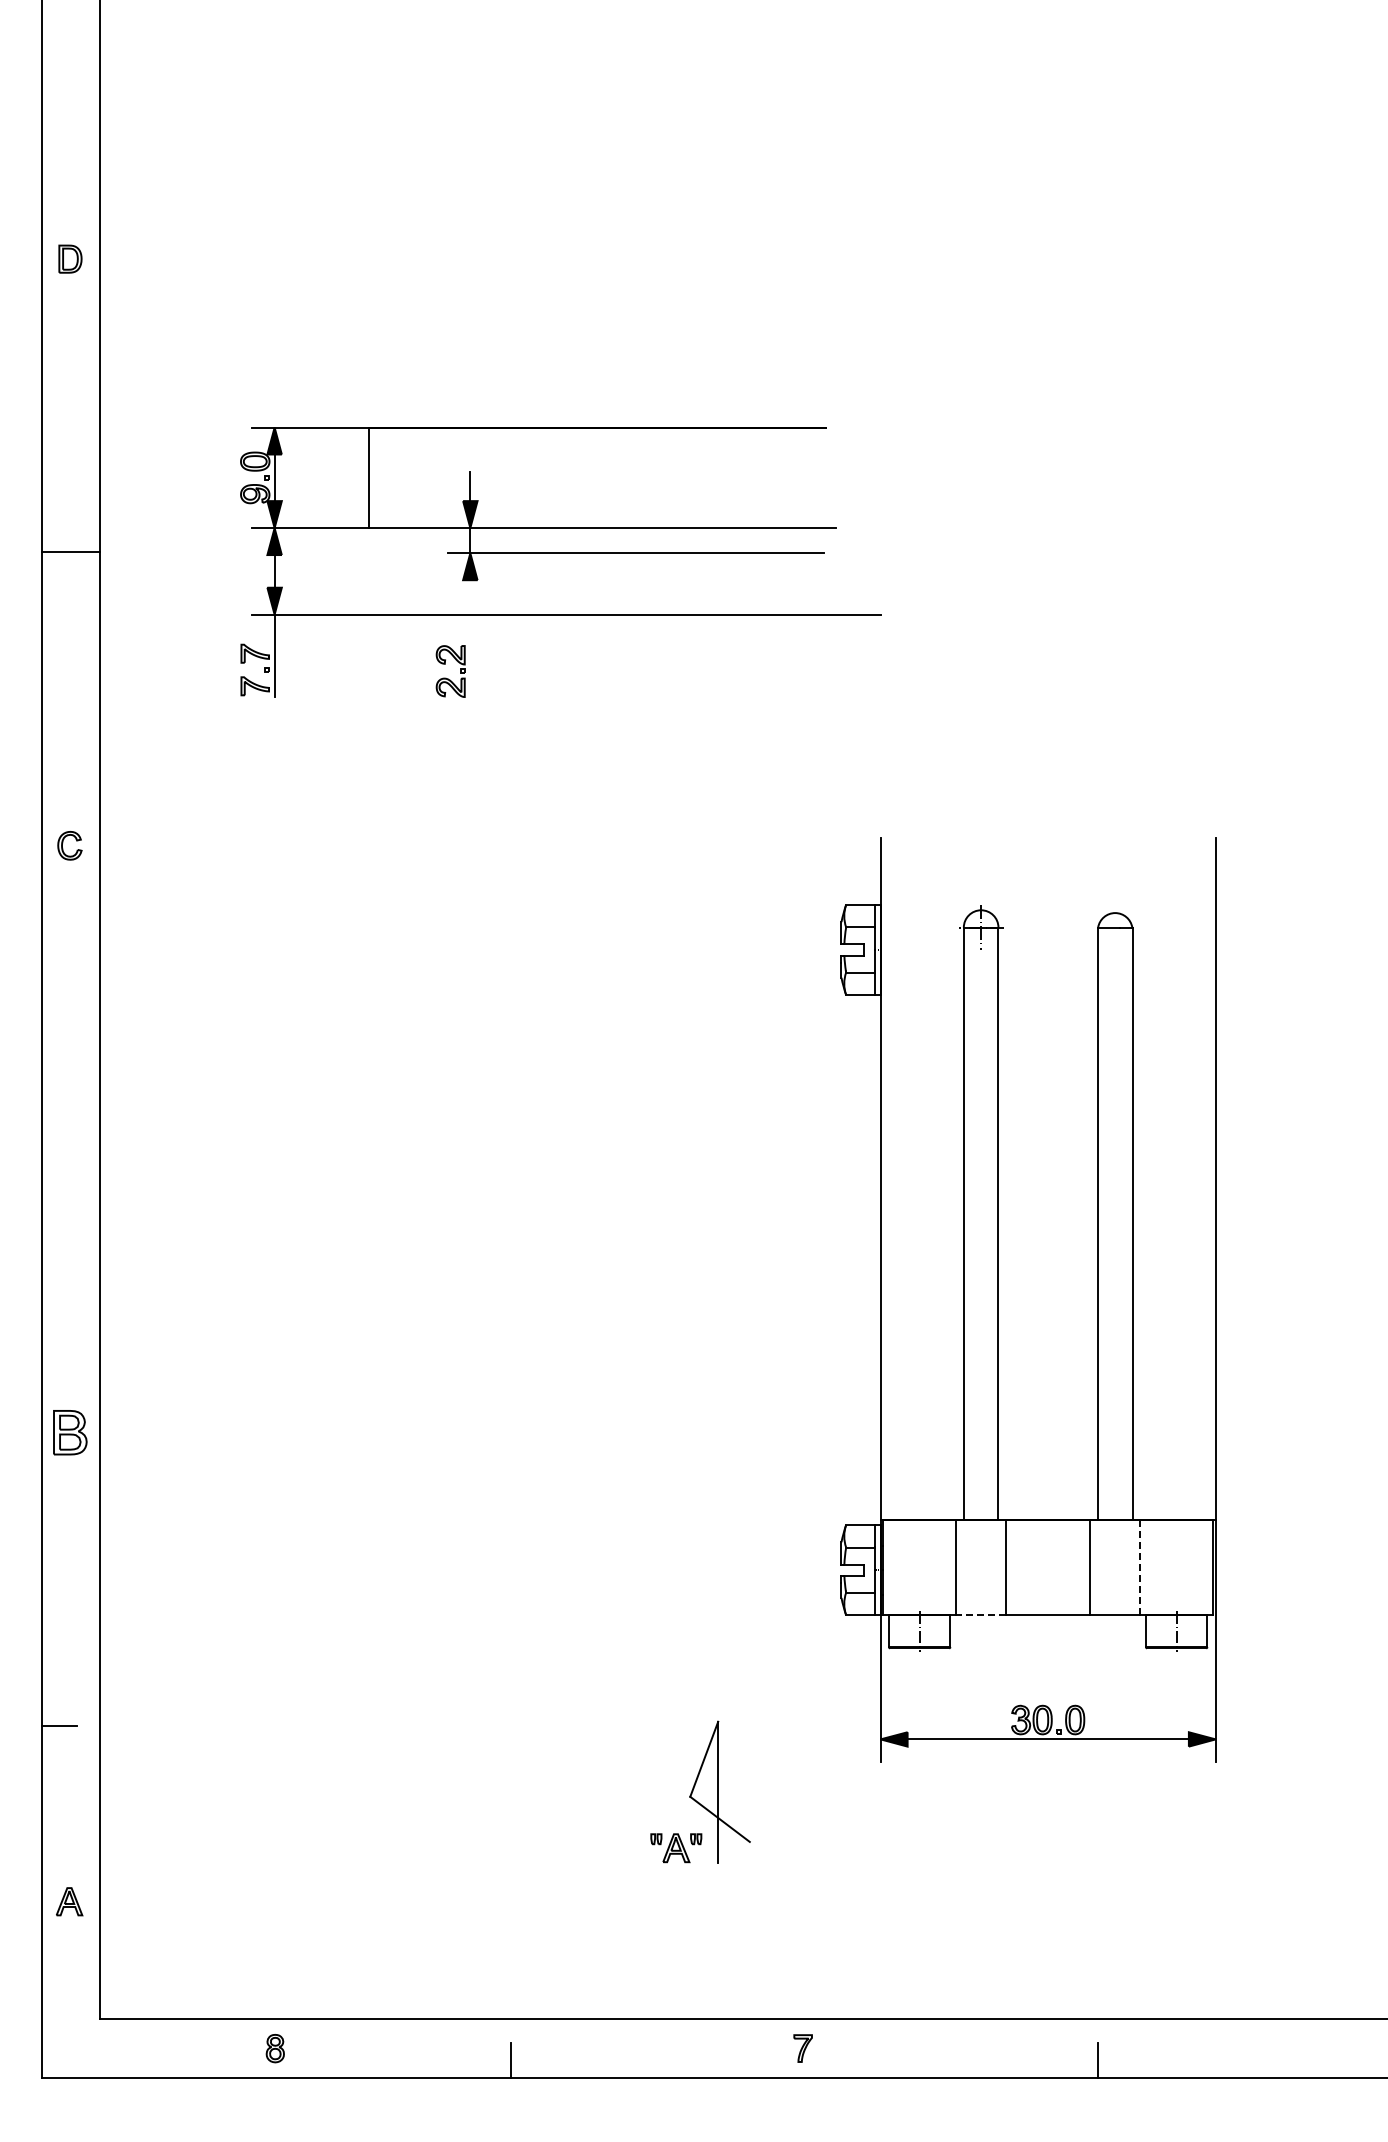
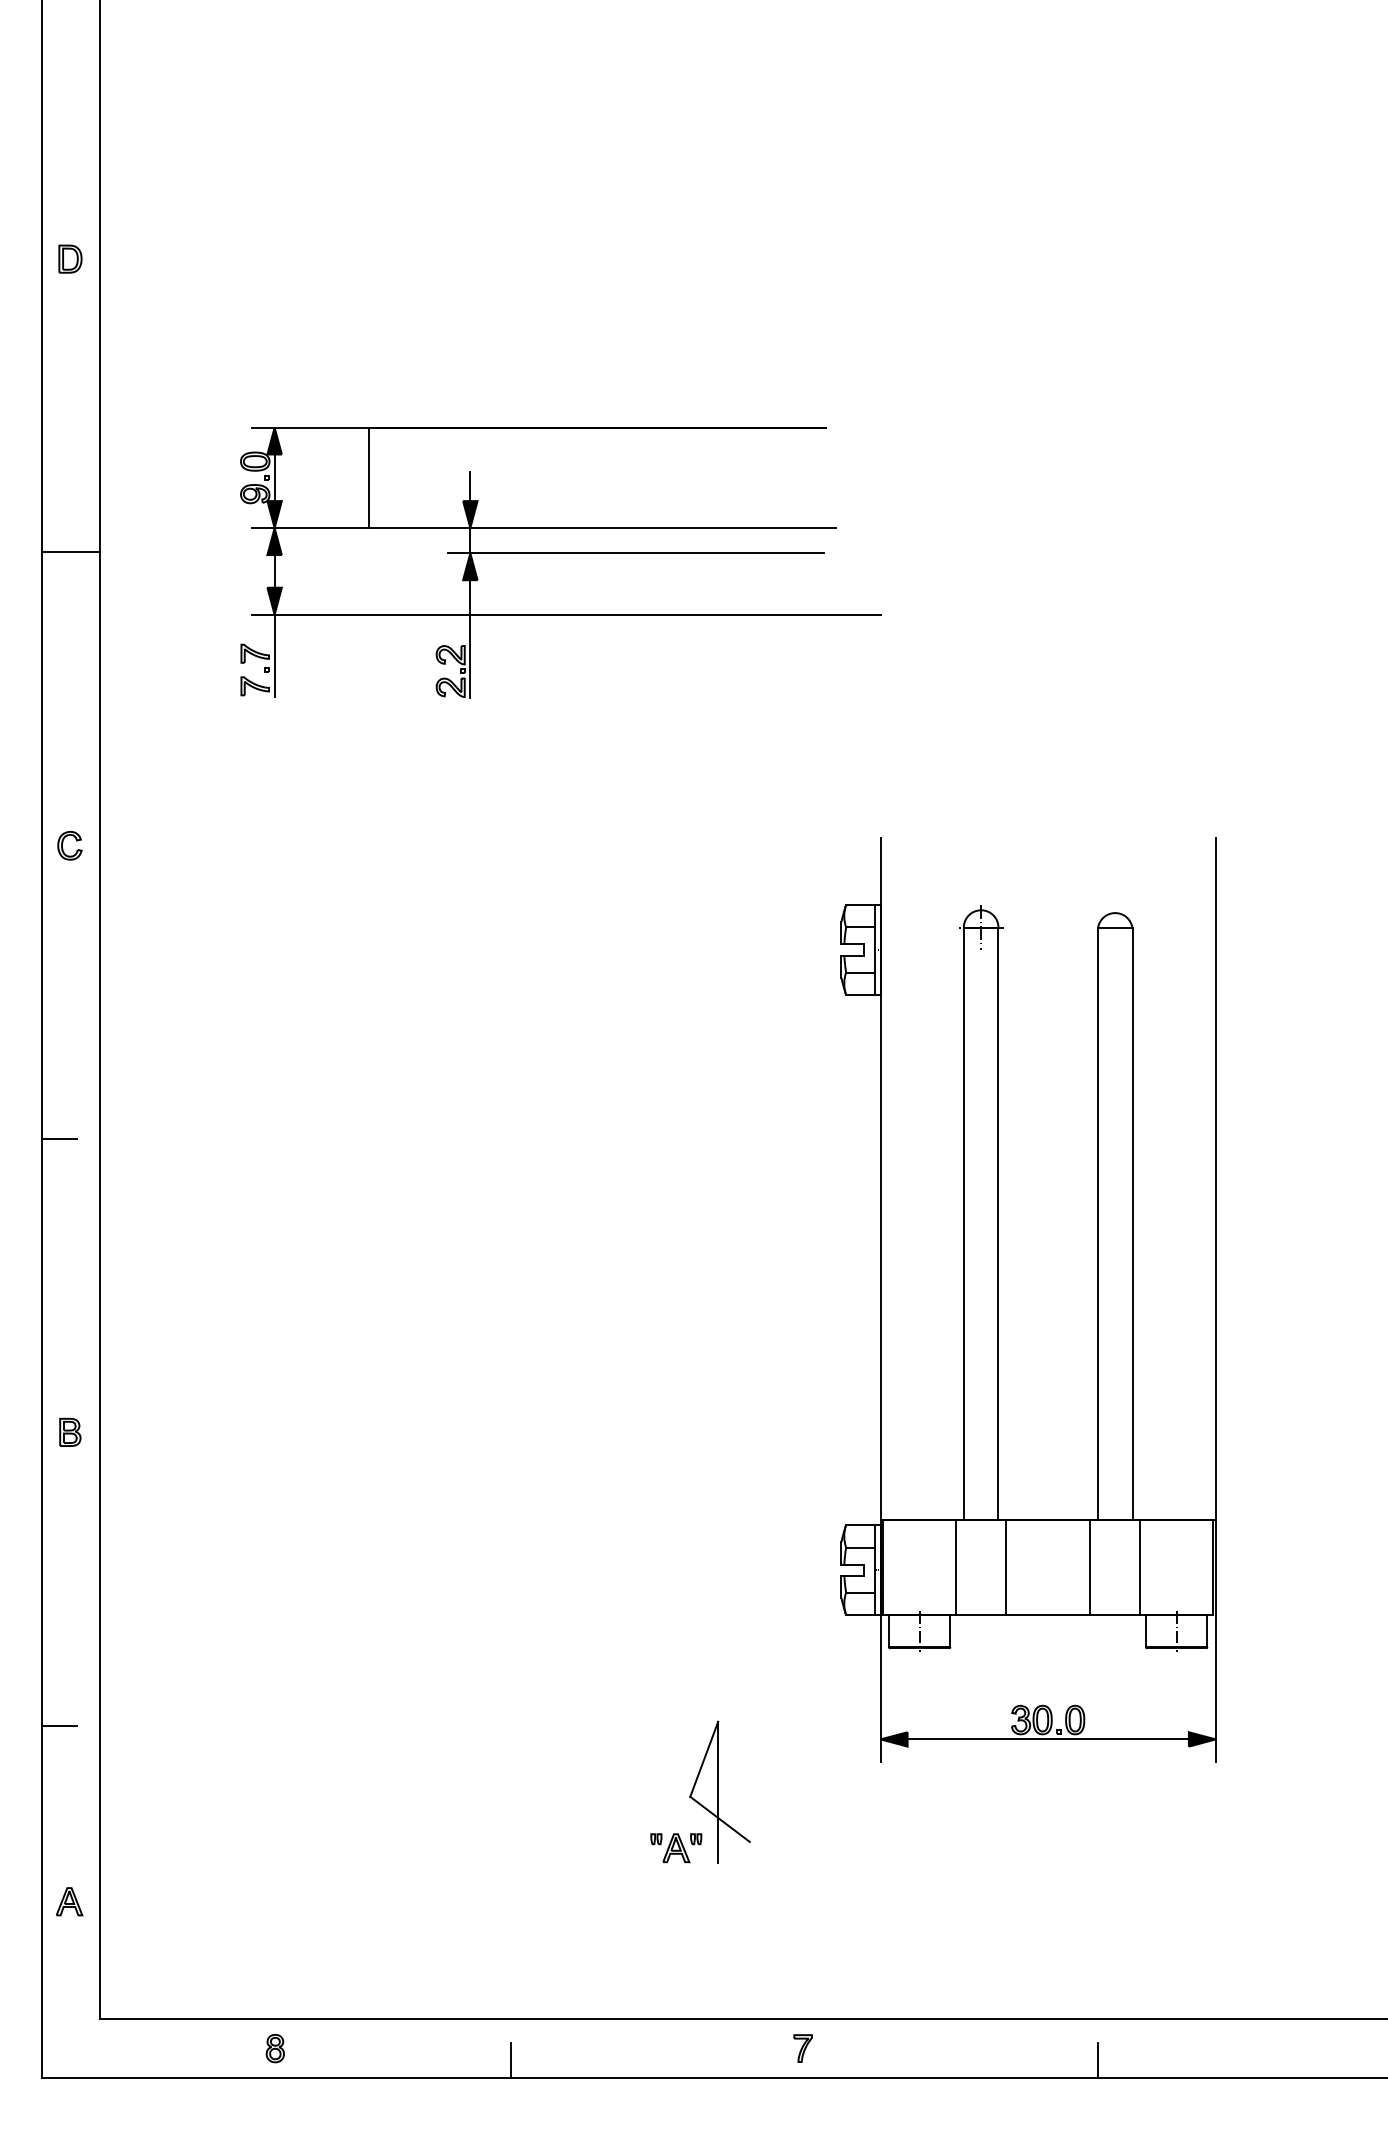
line at (470, 639): none -> present
line at (58, 1139): none -> present
part at (70, 1432) size: 35x46 px -> 23x30 px
line at (1140, 1566): dashed -> solid
line at (980, 1614): dashed -> solid
